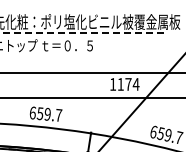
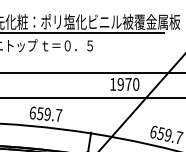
line at (82, 33): dashed -> solid
text at (128, 84): 1174 -> 1970
